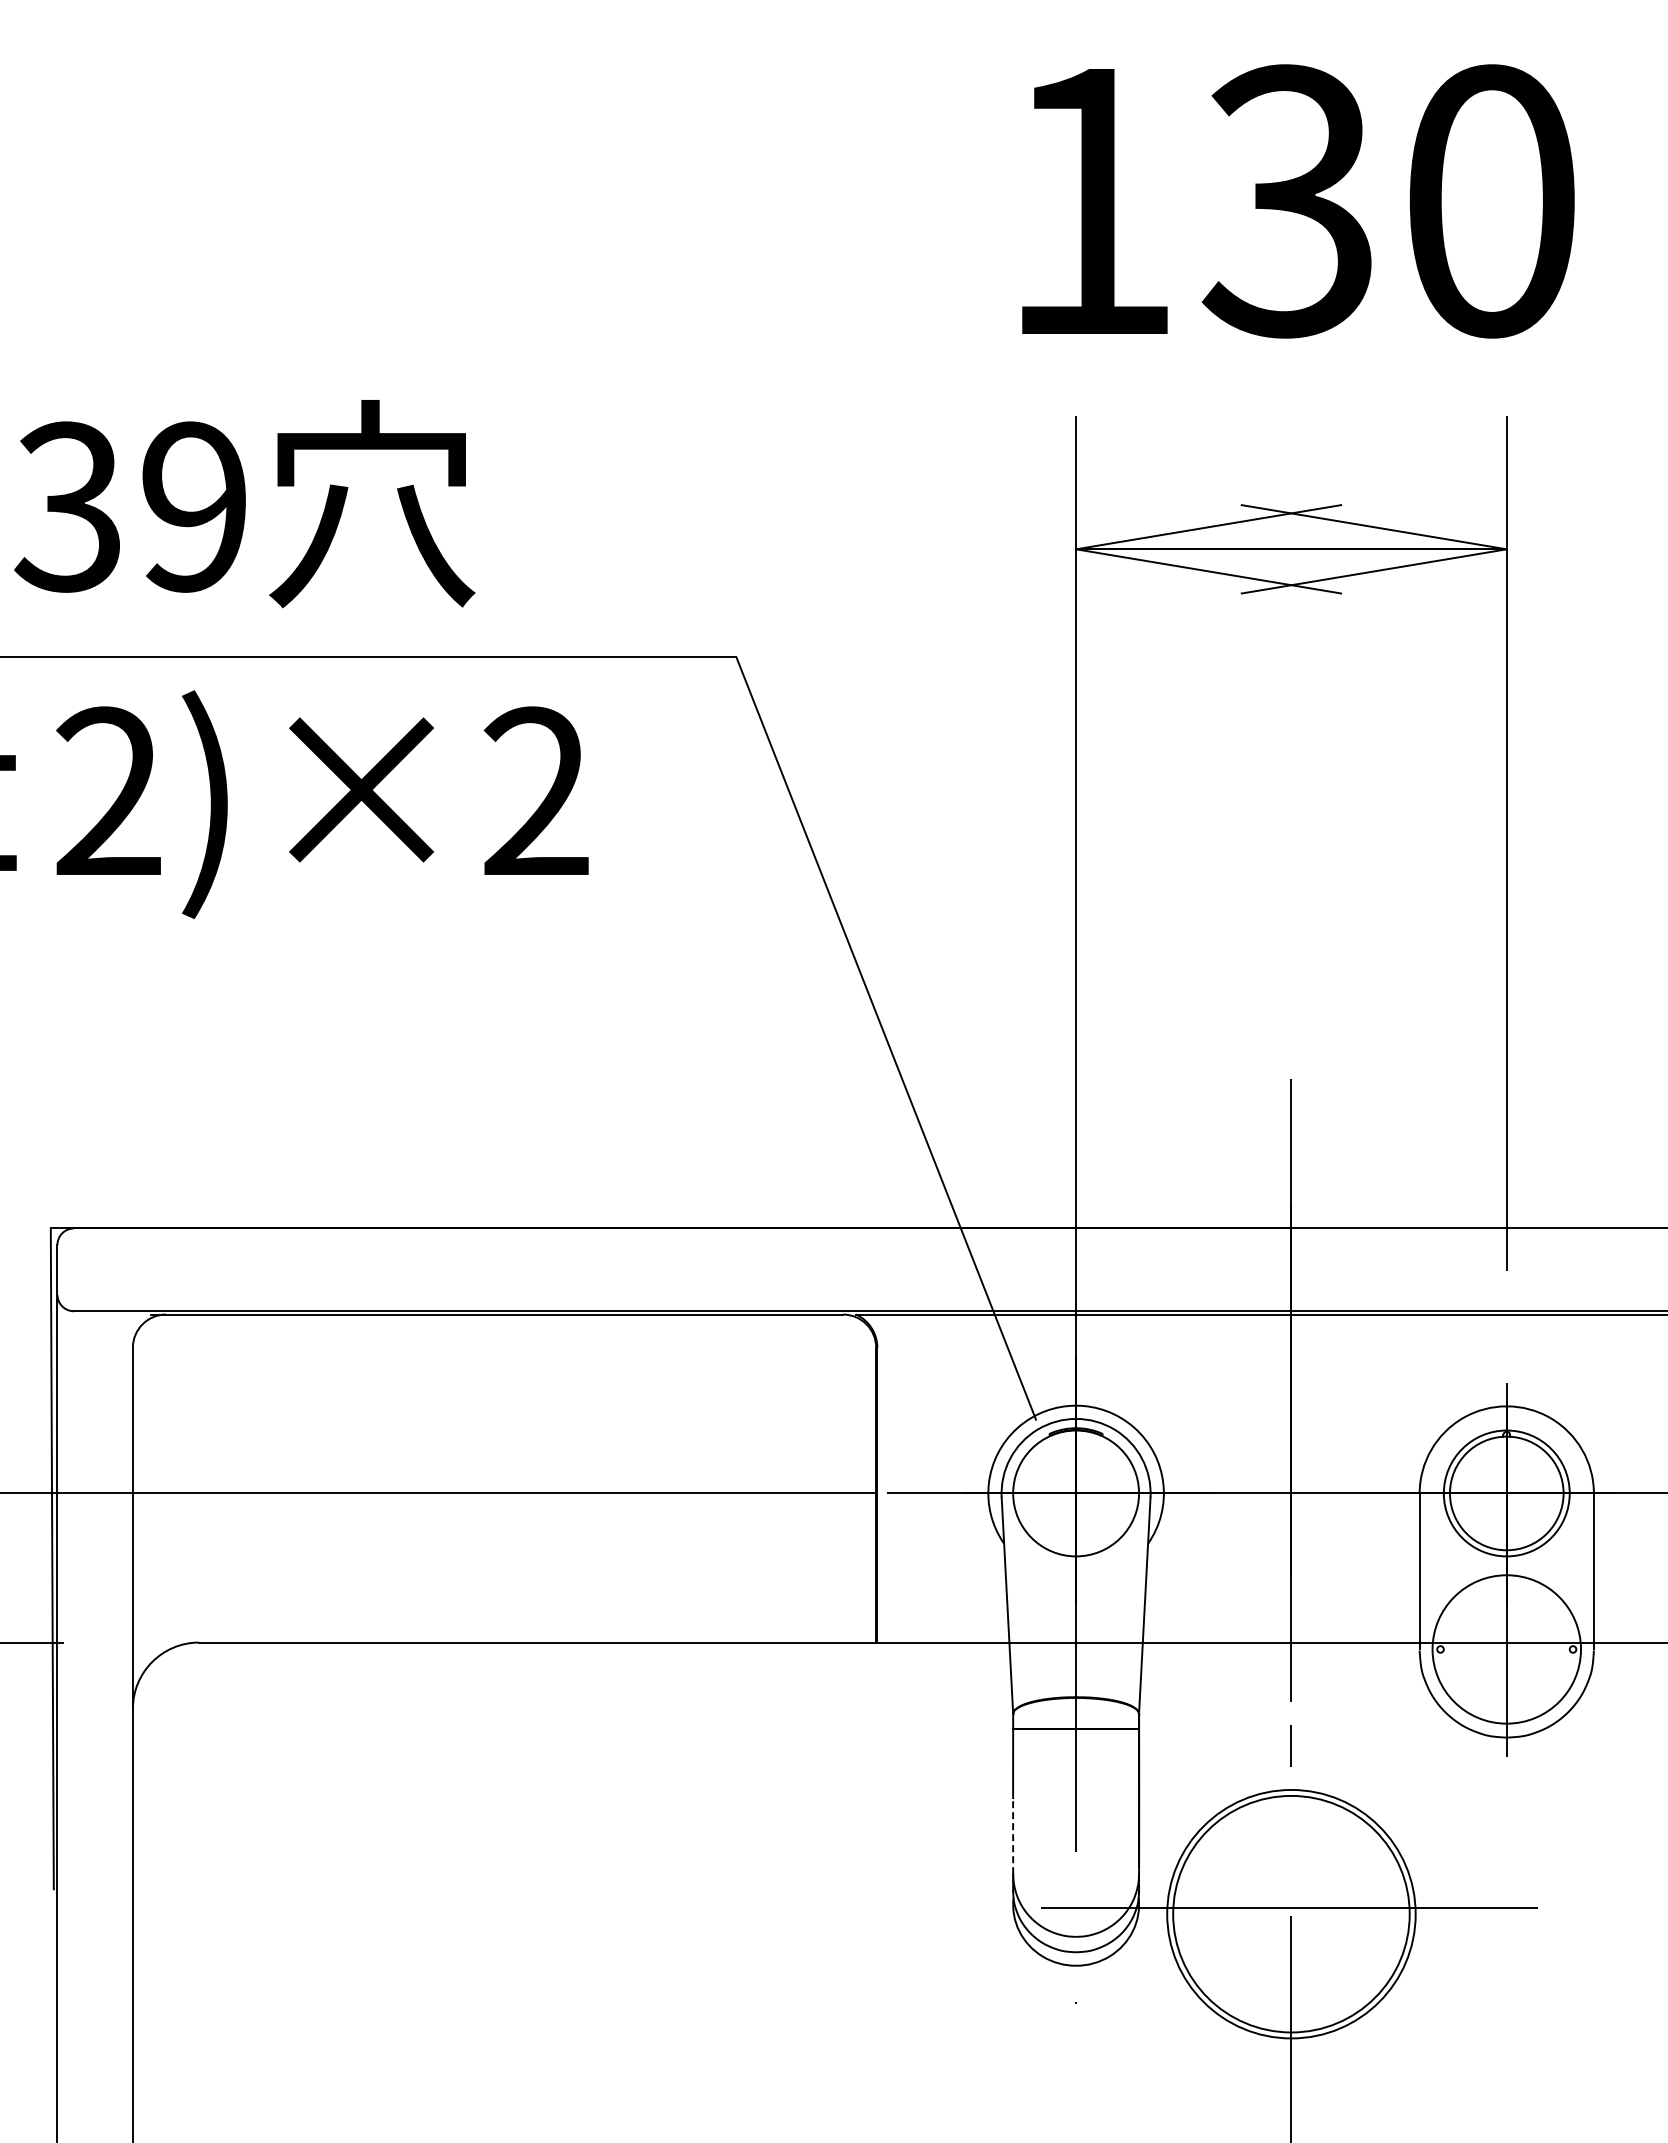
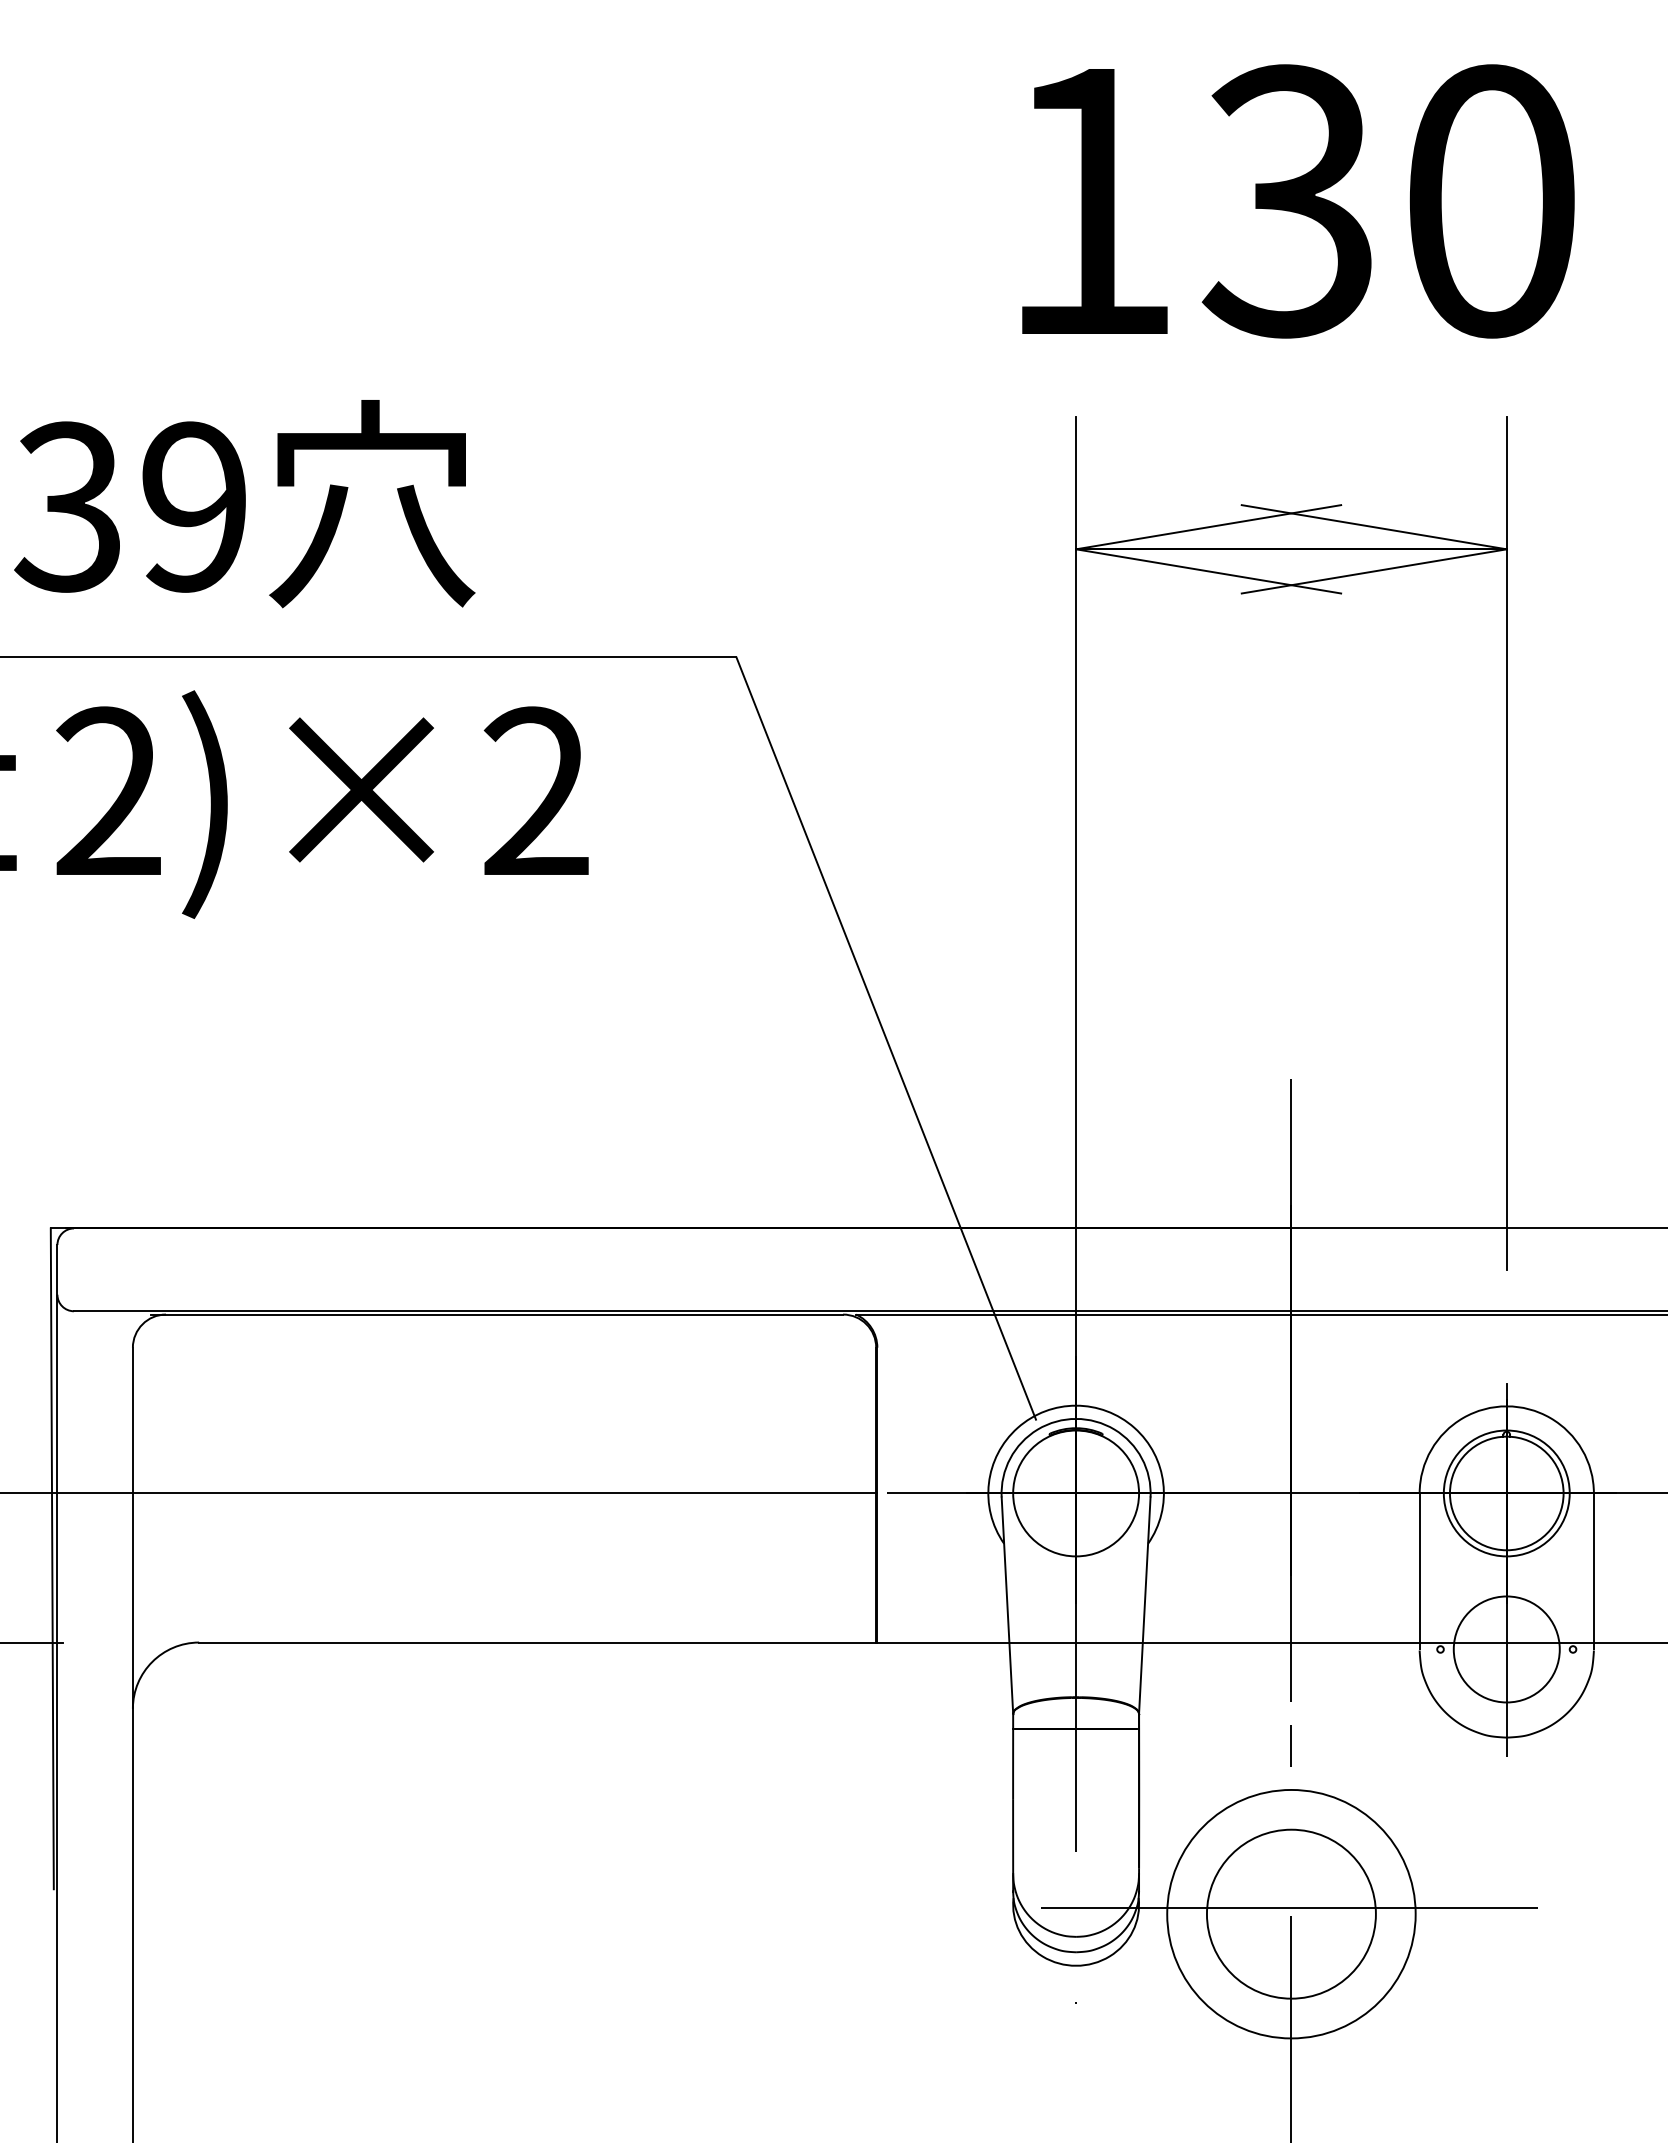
circle at (1506, 1649) diameter: 148 px -> 106 px
line at (1013, 1835): dashed -> solid
circle at (1291, 1913) diameter: 237 px -> 169 px
